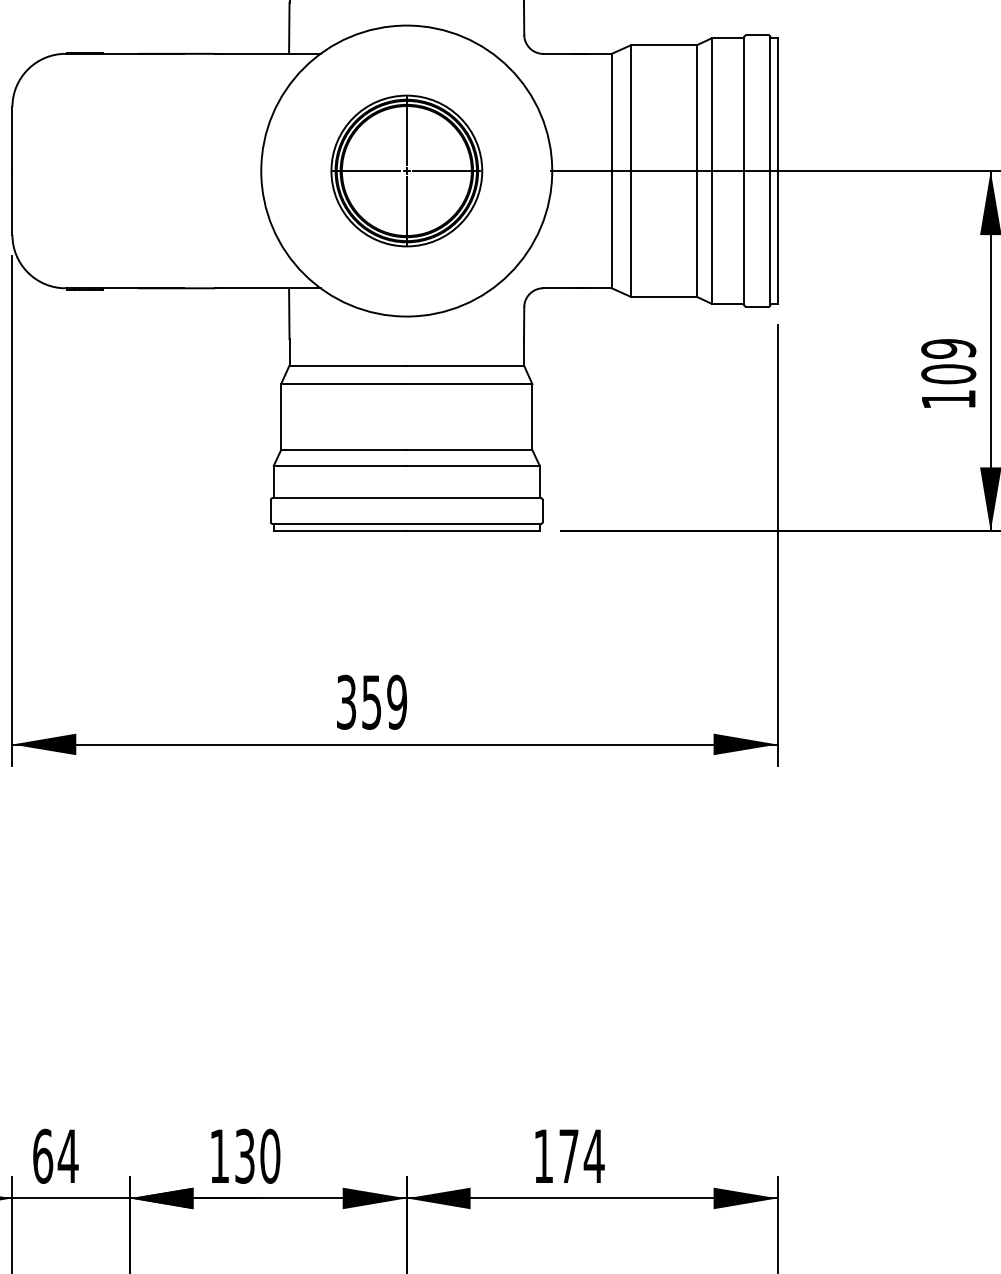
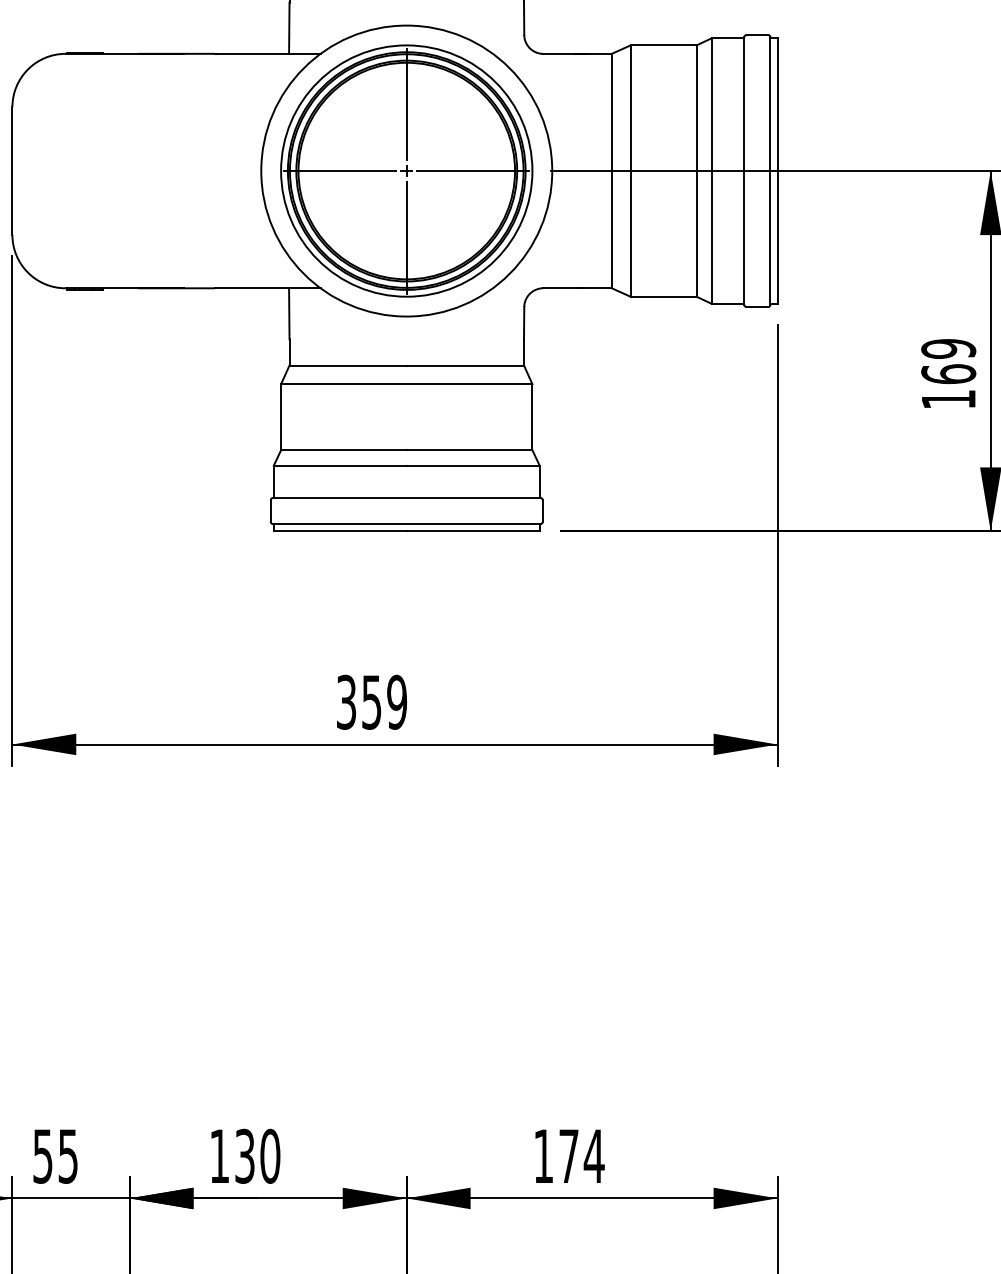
part at (406, 170) size: 154x154 px -> 254x254 px
text at (948, 374): 109 -> 169
text at (55, 1155): 64 -> 55
